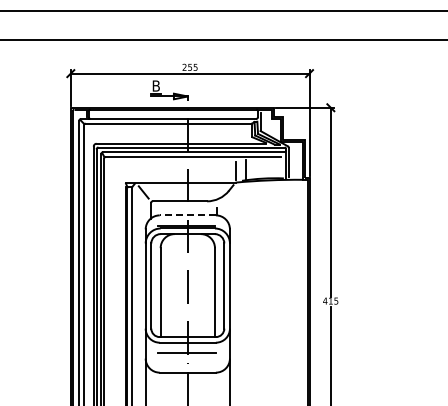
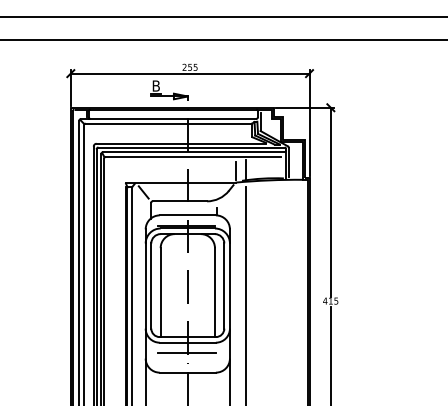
line at (223, 11) position: (223, 11) -> (223, 17)
line at (187, 215): dashed -> solid
line at (246, 294): none -> present
